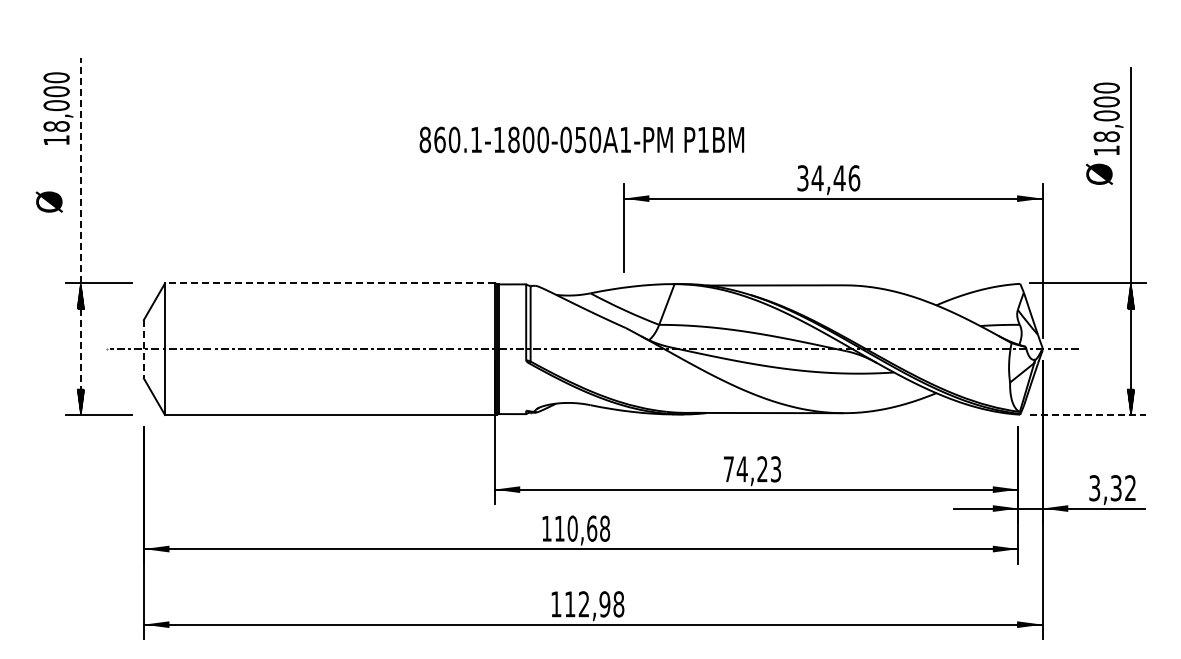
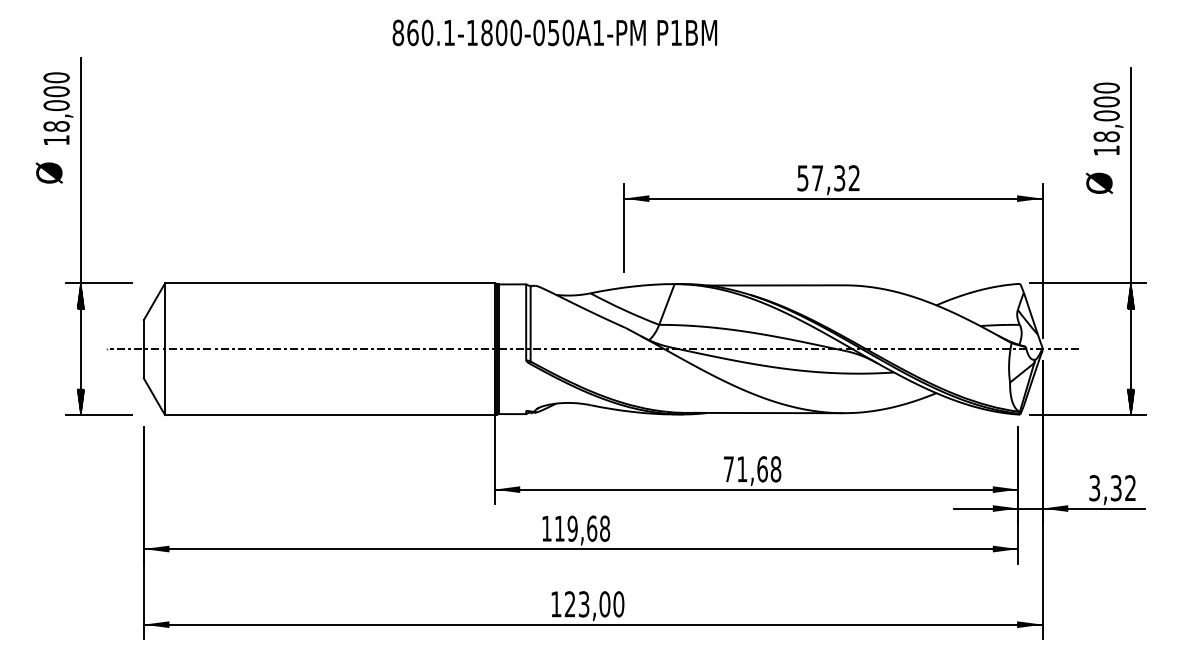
text at (581, 139) position: (581, 139) -> (554, 32)
text at (1099, 173) position: (1099, 173) -> (1099, 182)
text at (829, 178): 34,46 -> 57,32
text at (48, 201) position: (48, 201) -> (48, 172)
line at (80, 236): dashed -> solid
line at (329, 283): dashed -> solid
line at (143, 349): dashed -> solid
line at (1087, 415): dashed -> solid
text at (758, 469): 74,23 -> 71,68
text at (572, 528): 110,68 -> 119,68
text at (594, 604): 112,98 -> 123,00
